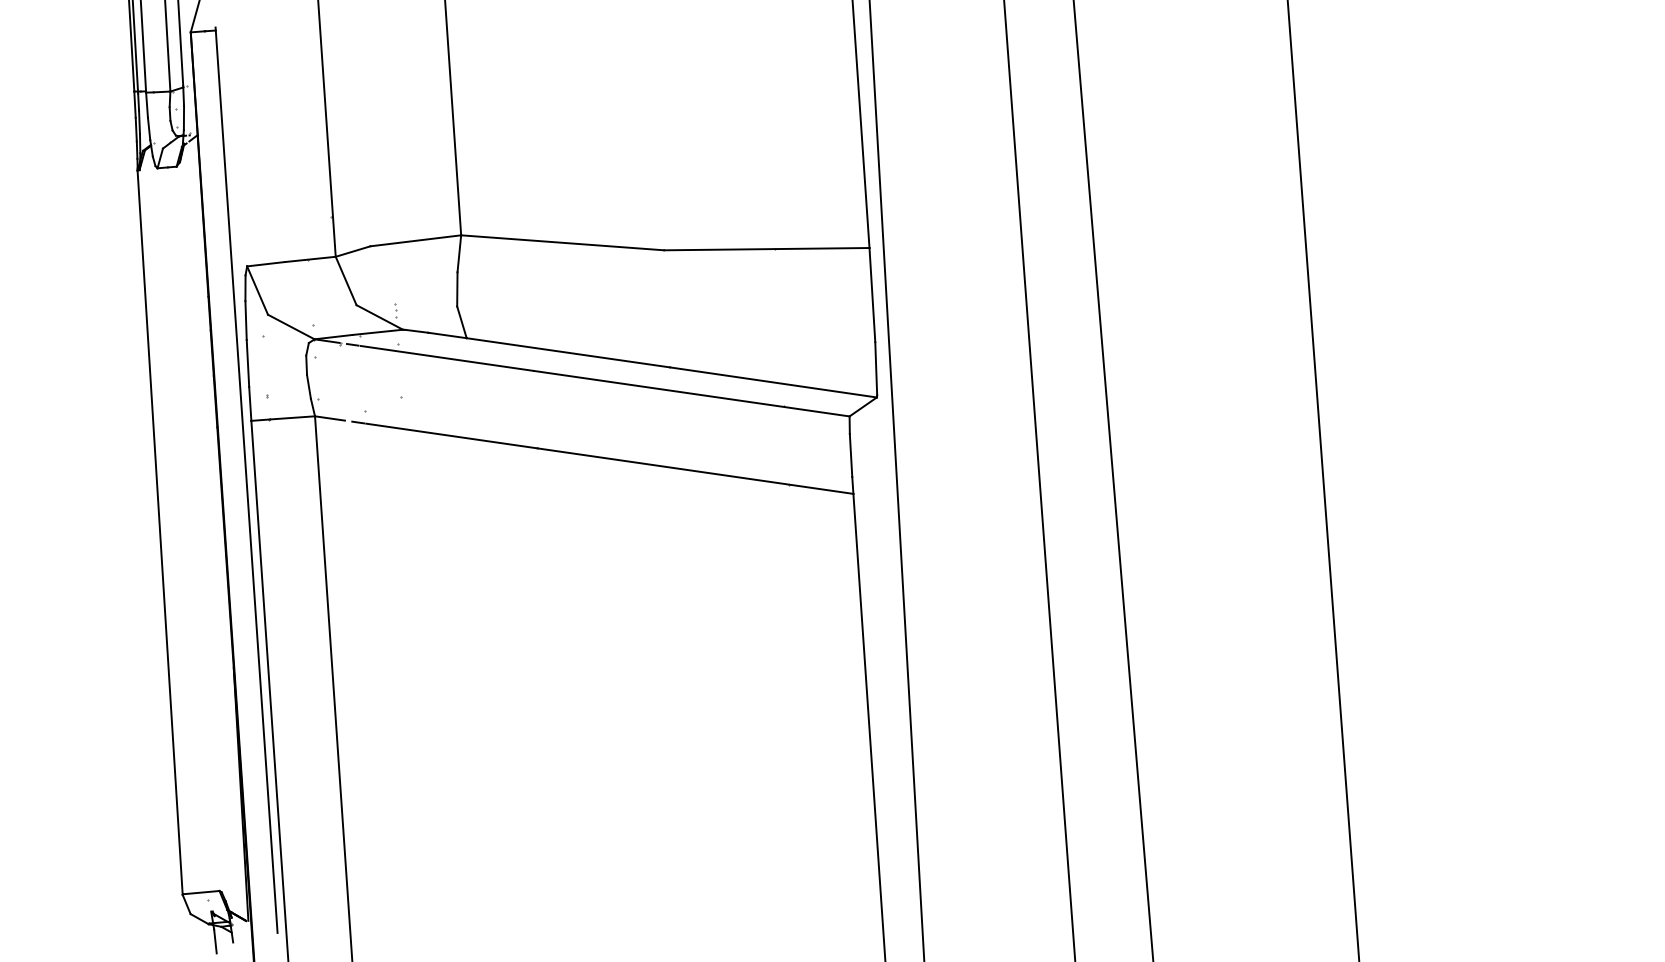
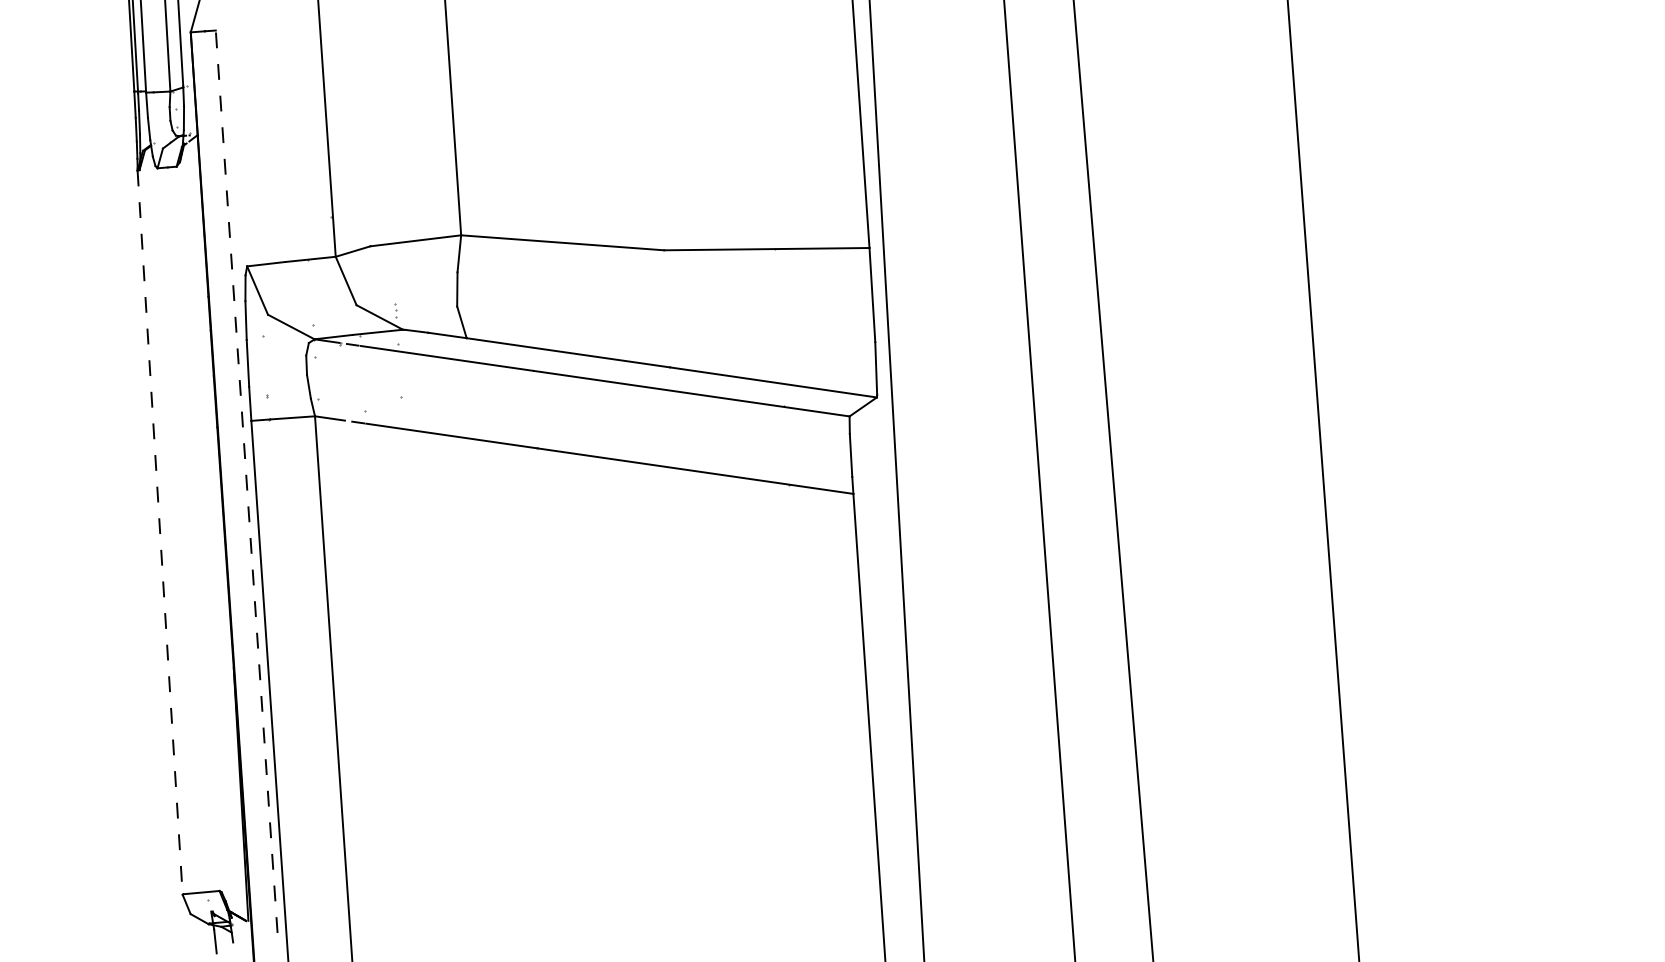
line at (246, 480): solid -> dashed
line at (160, 532): solid -> dashed
